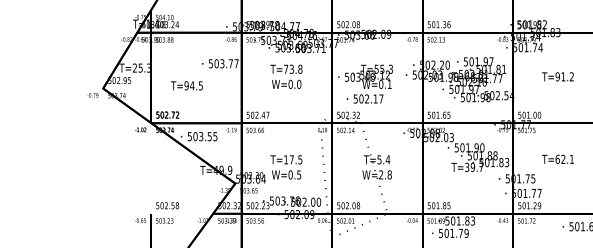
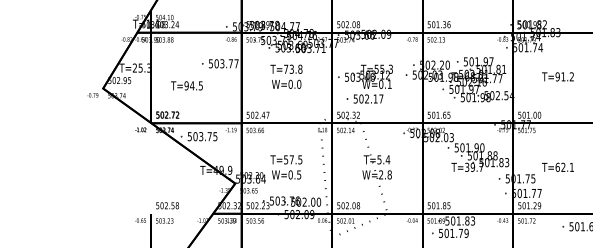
text at (209, 136): 503.55 -> 503.75
text at (557, 158) position: (557, 158) -> (557, 166)
text at (286, 159): T=17.5 -> T=57.5
